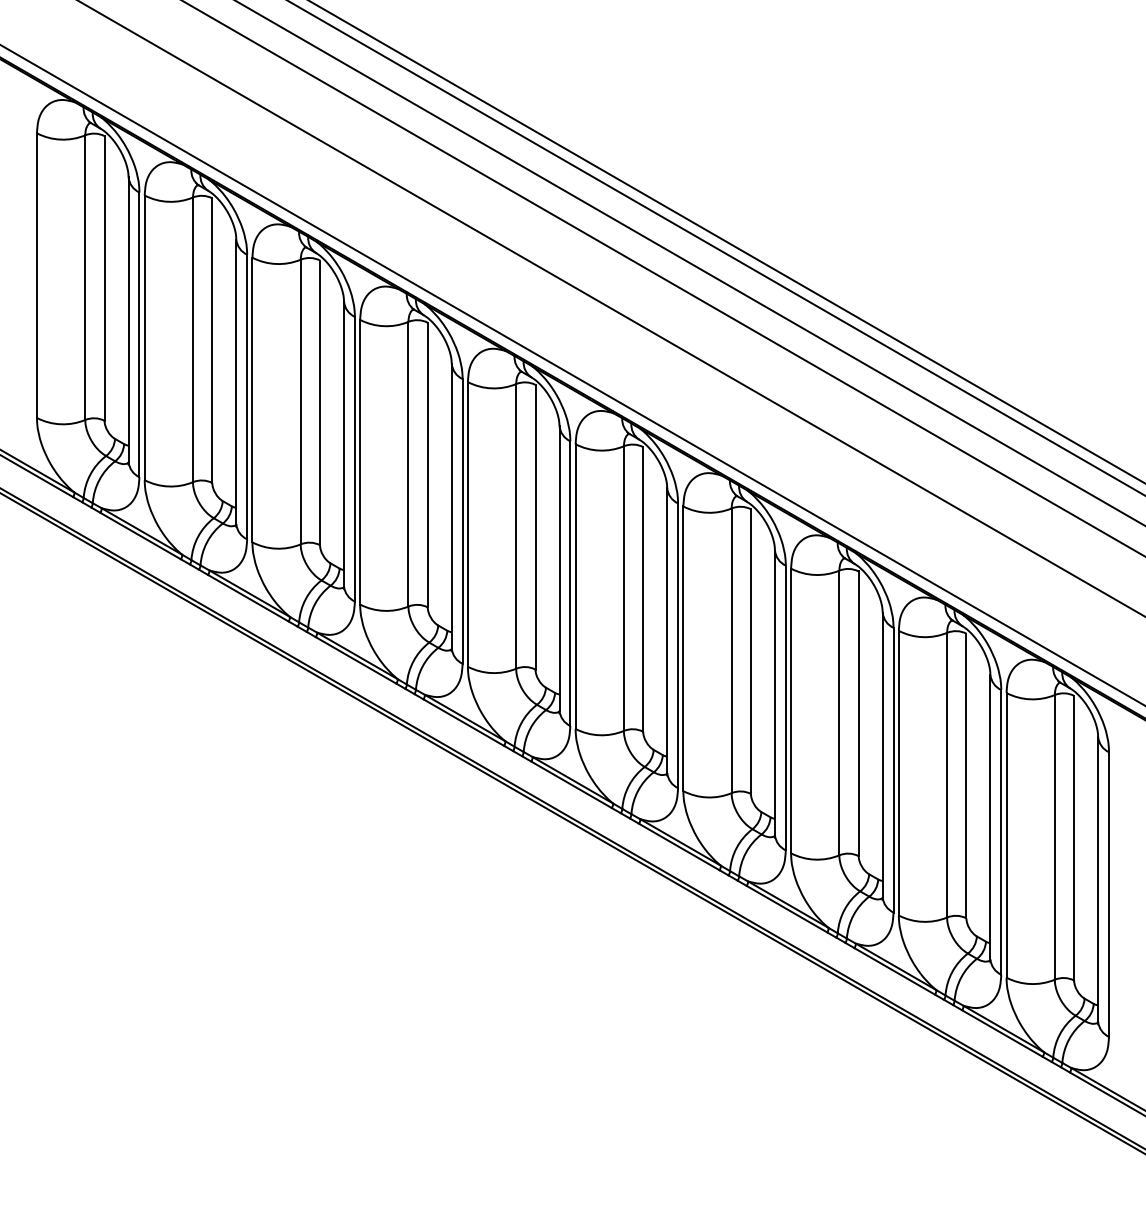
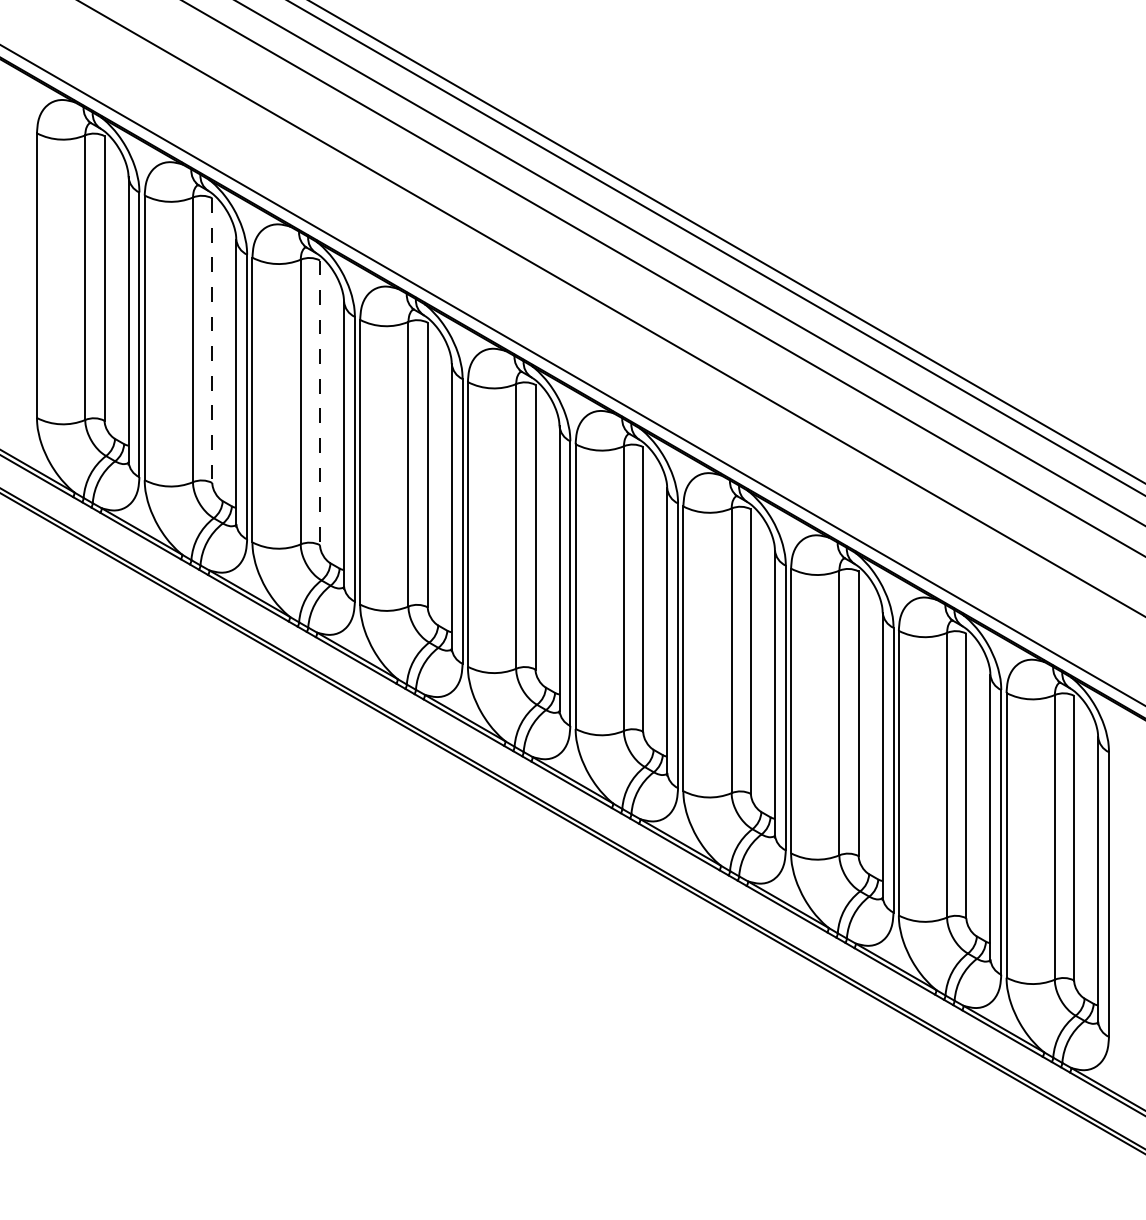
line at (212, 341): solid -> dashed
line at (320, 403): solid -> dashed
